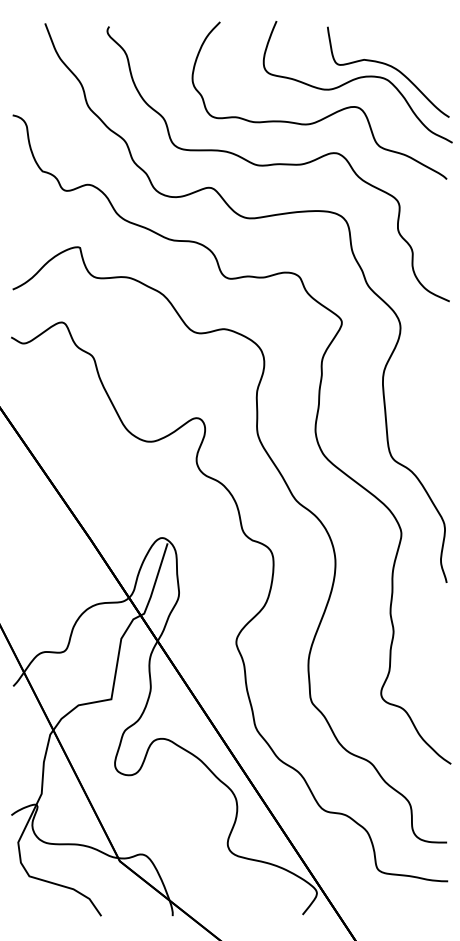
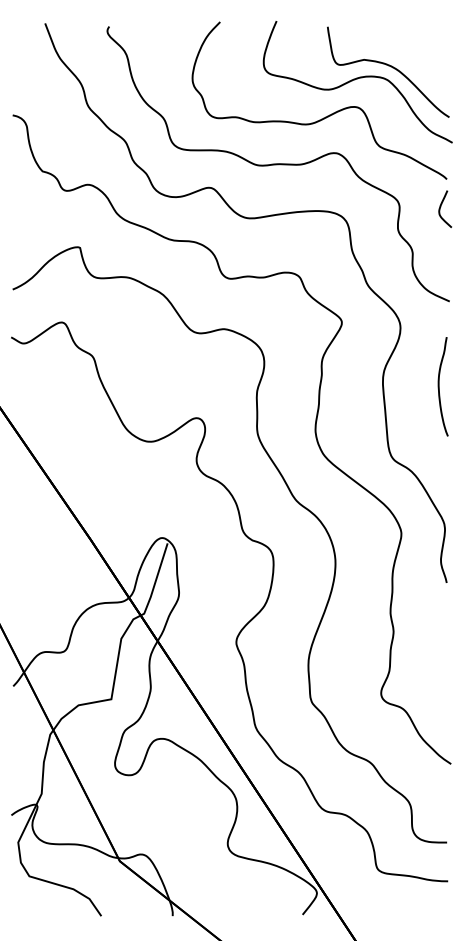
curve at (441, 206): none -> present
curve at (439, 386): none -> present
